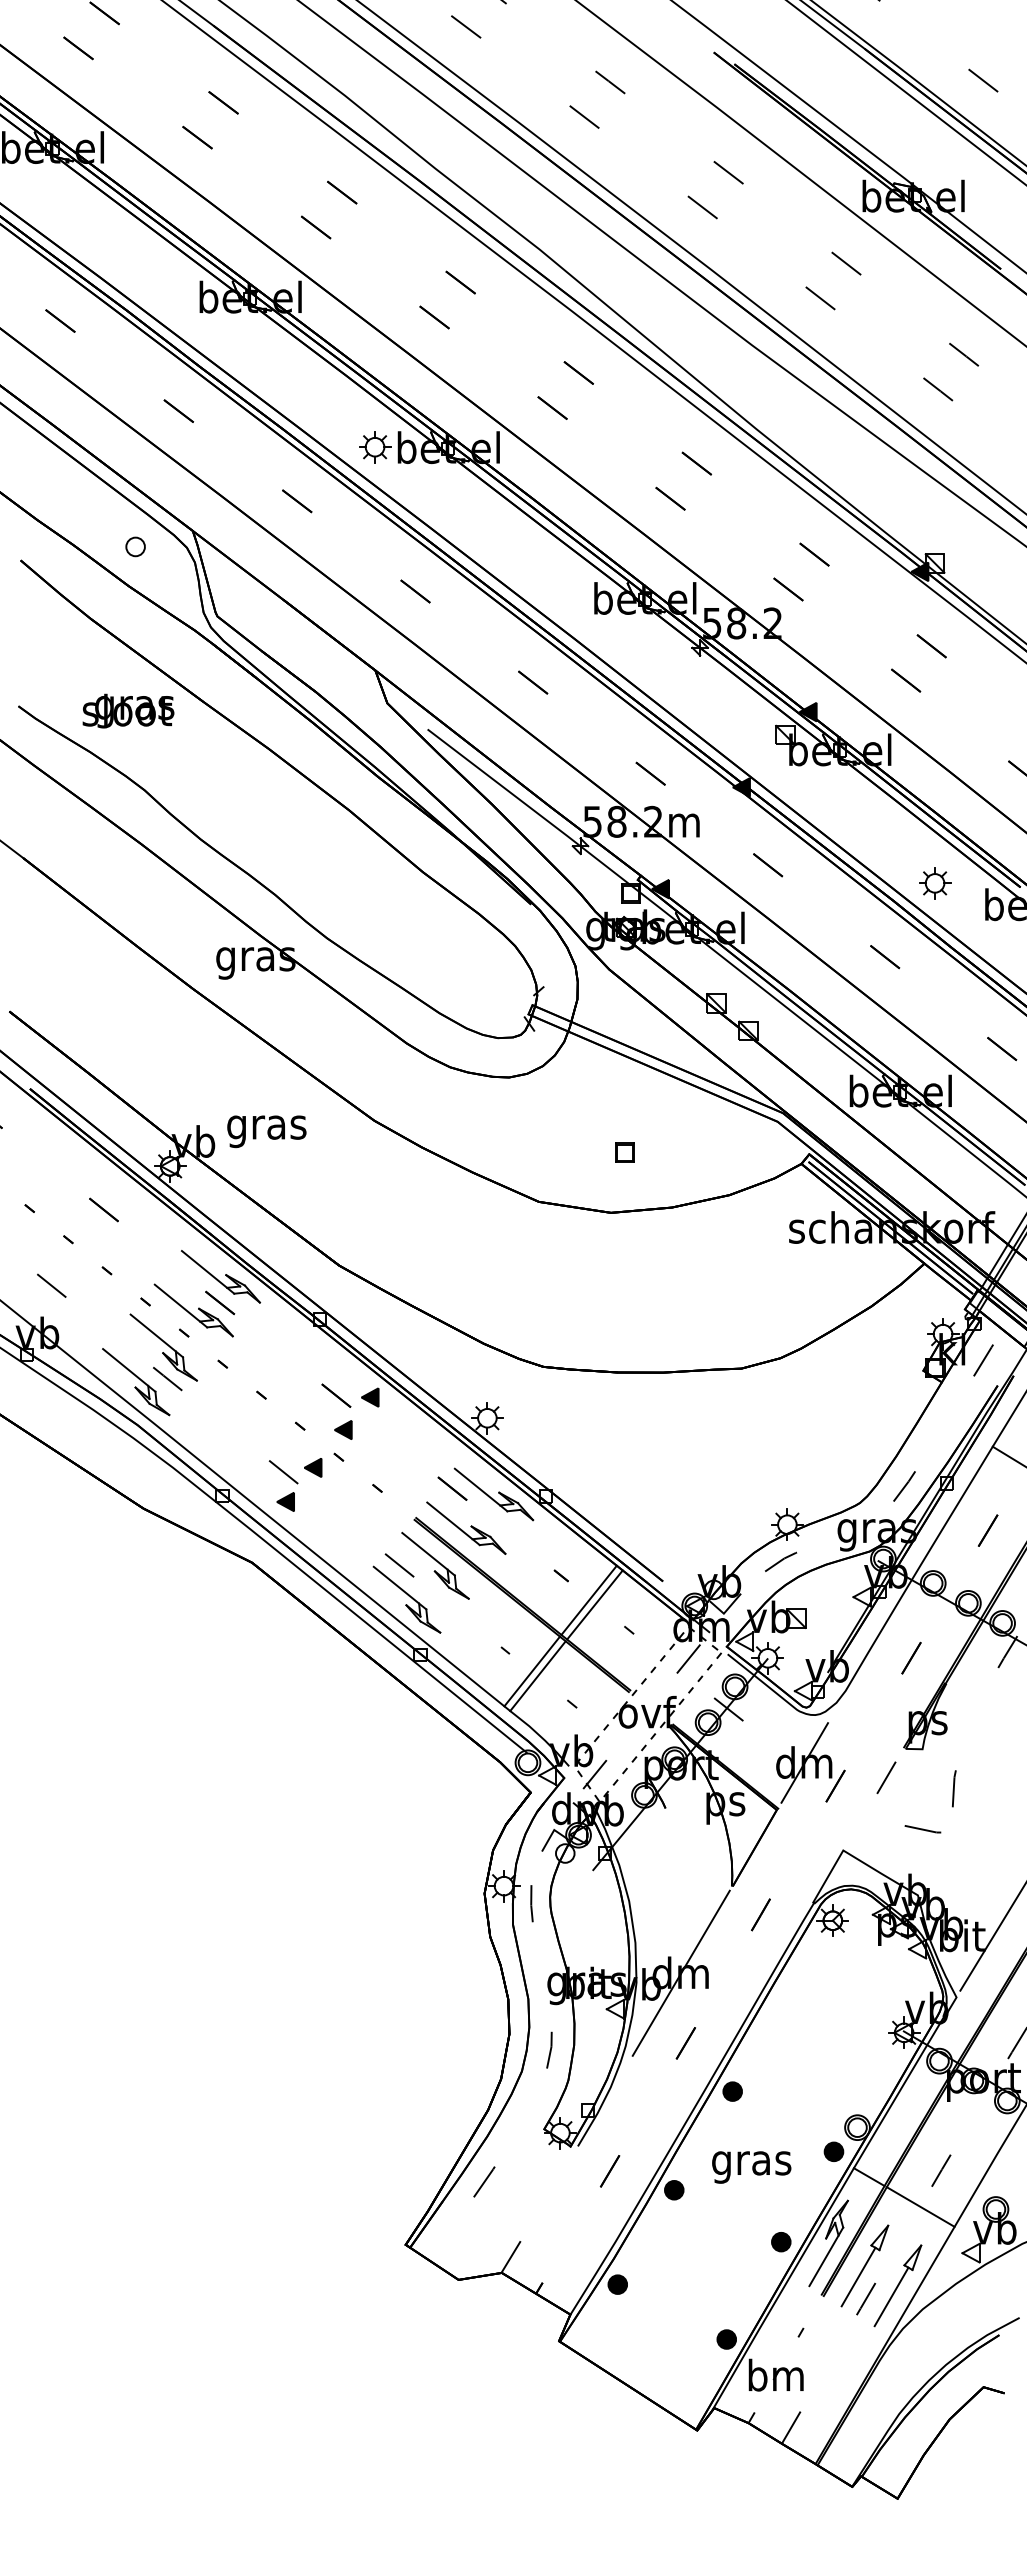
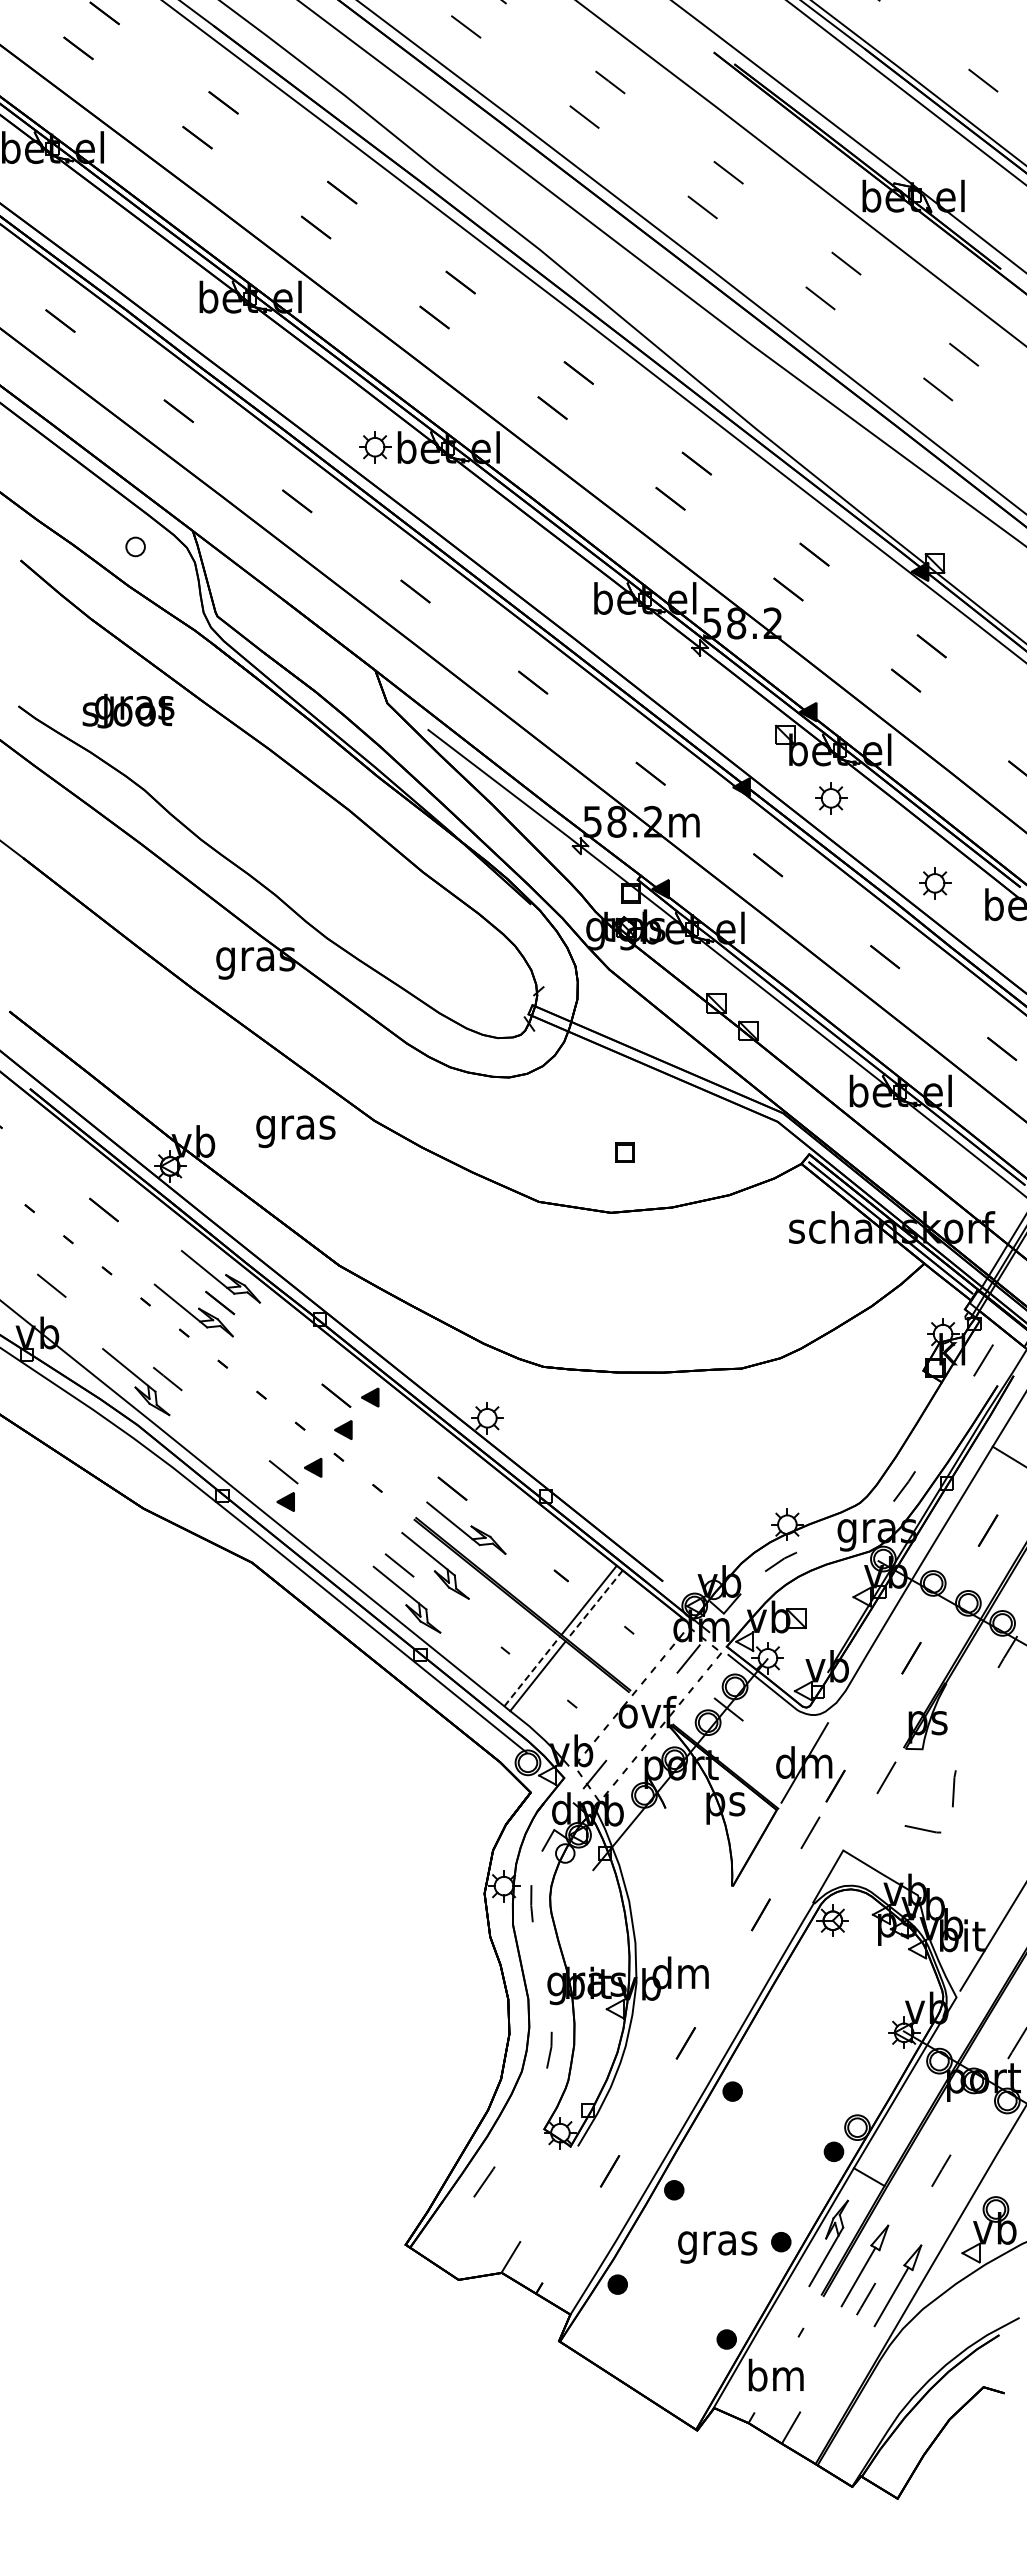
part at (831, 798): none -> present
text at (266, 1131) position: (266, 1131) -> (295, 1131)
part at (163, 1347): present -> none
part at (493, 1494): present -> none
line at (594, 1605): solid -> dashed
line at (532, 1671): solid -> dashed
line at (810, 1832): none -> present
line at (680, 1972): present -> none
text at (751, 2167) position: (751, 2167) -> (717, 2247)
line at (920, 2206): present -> none
